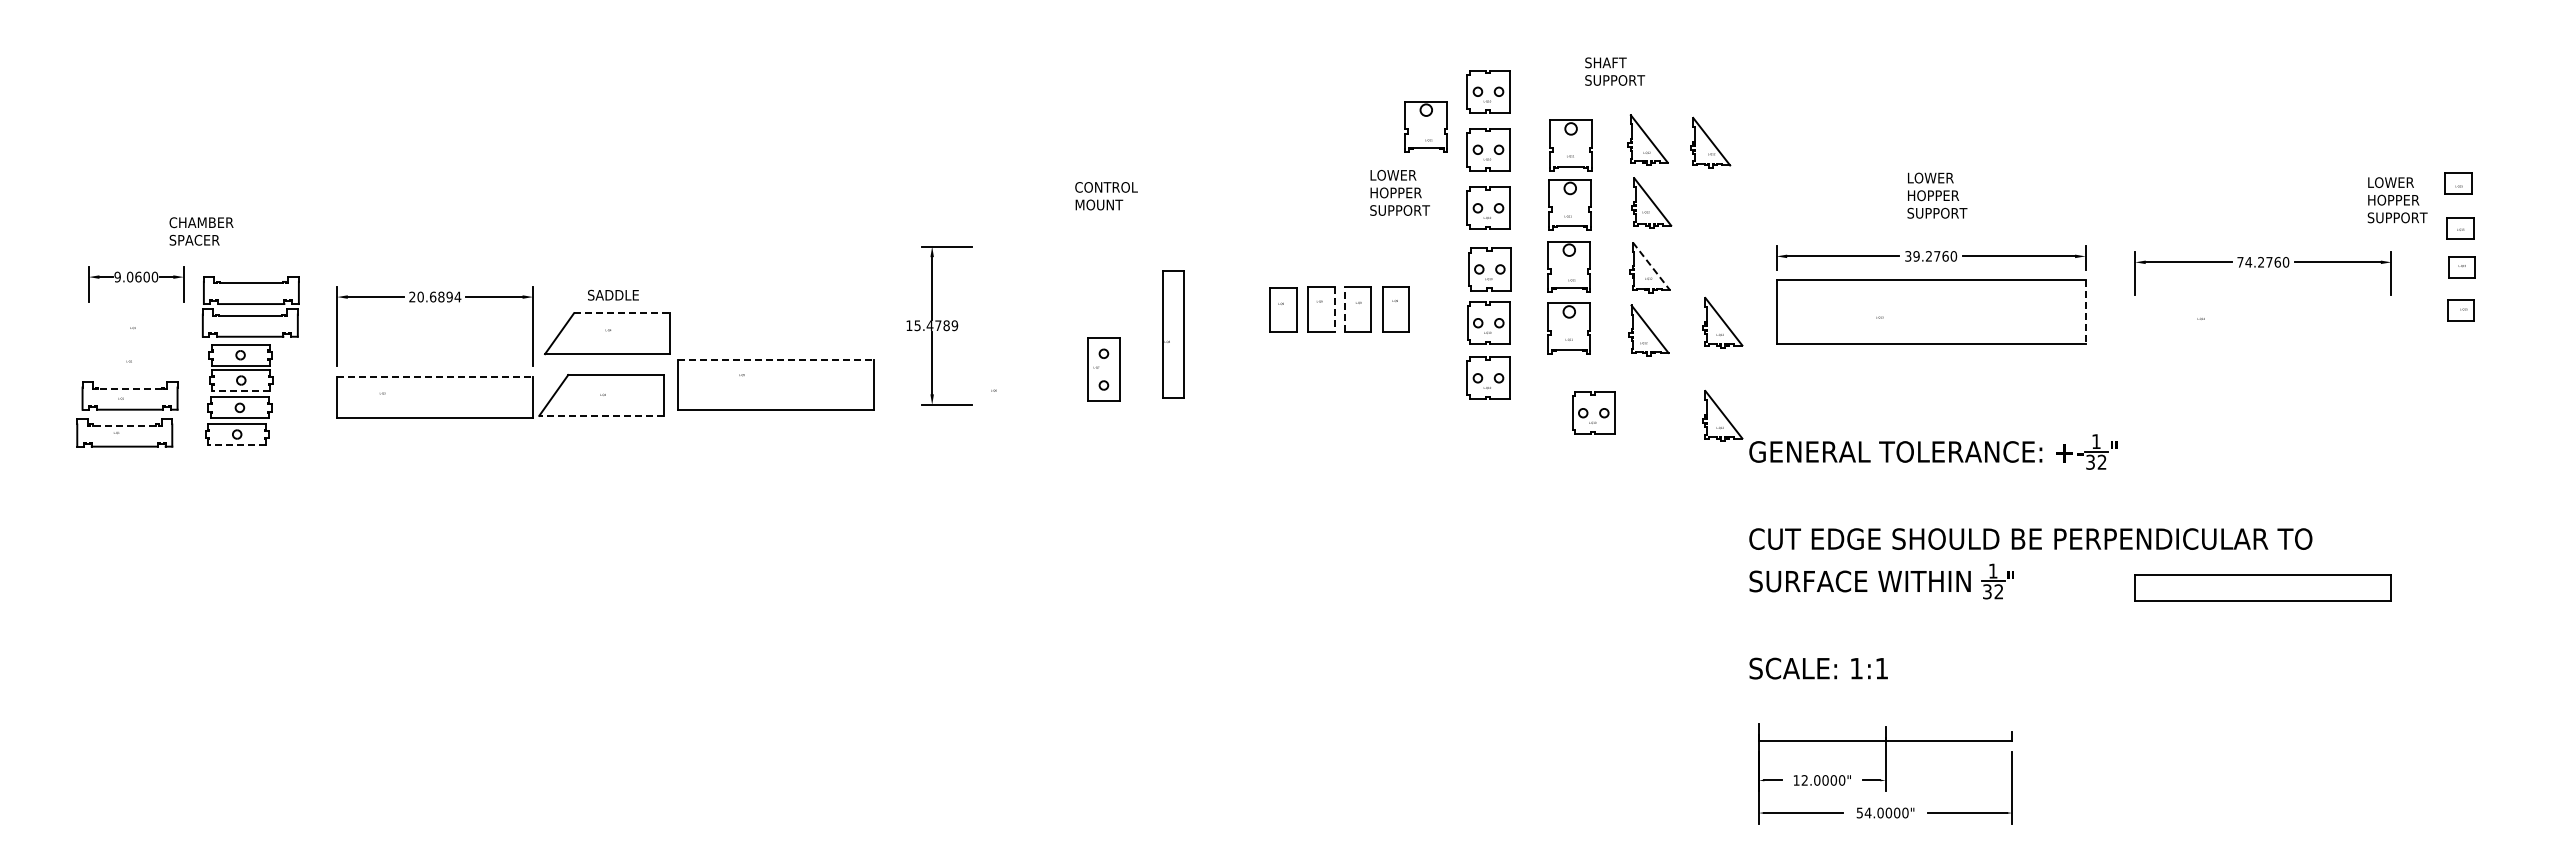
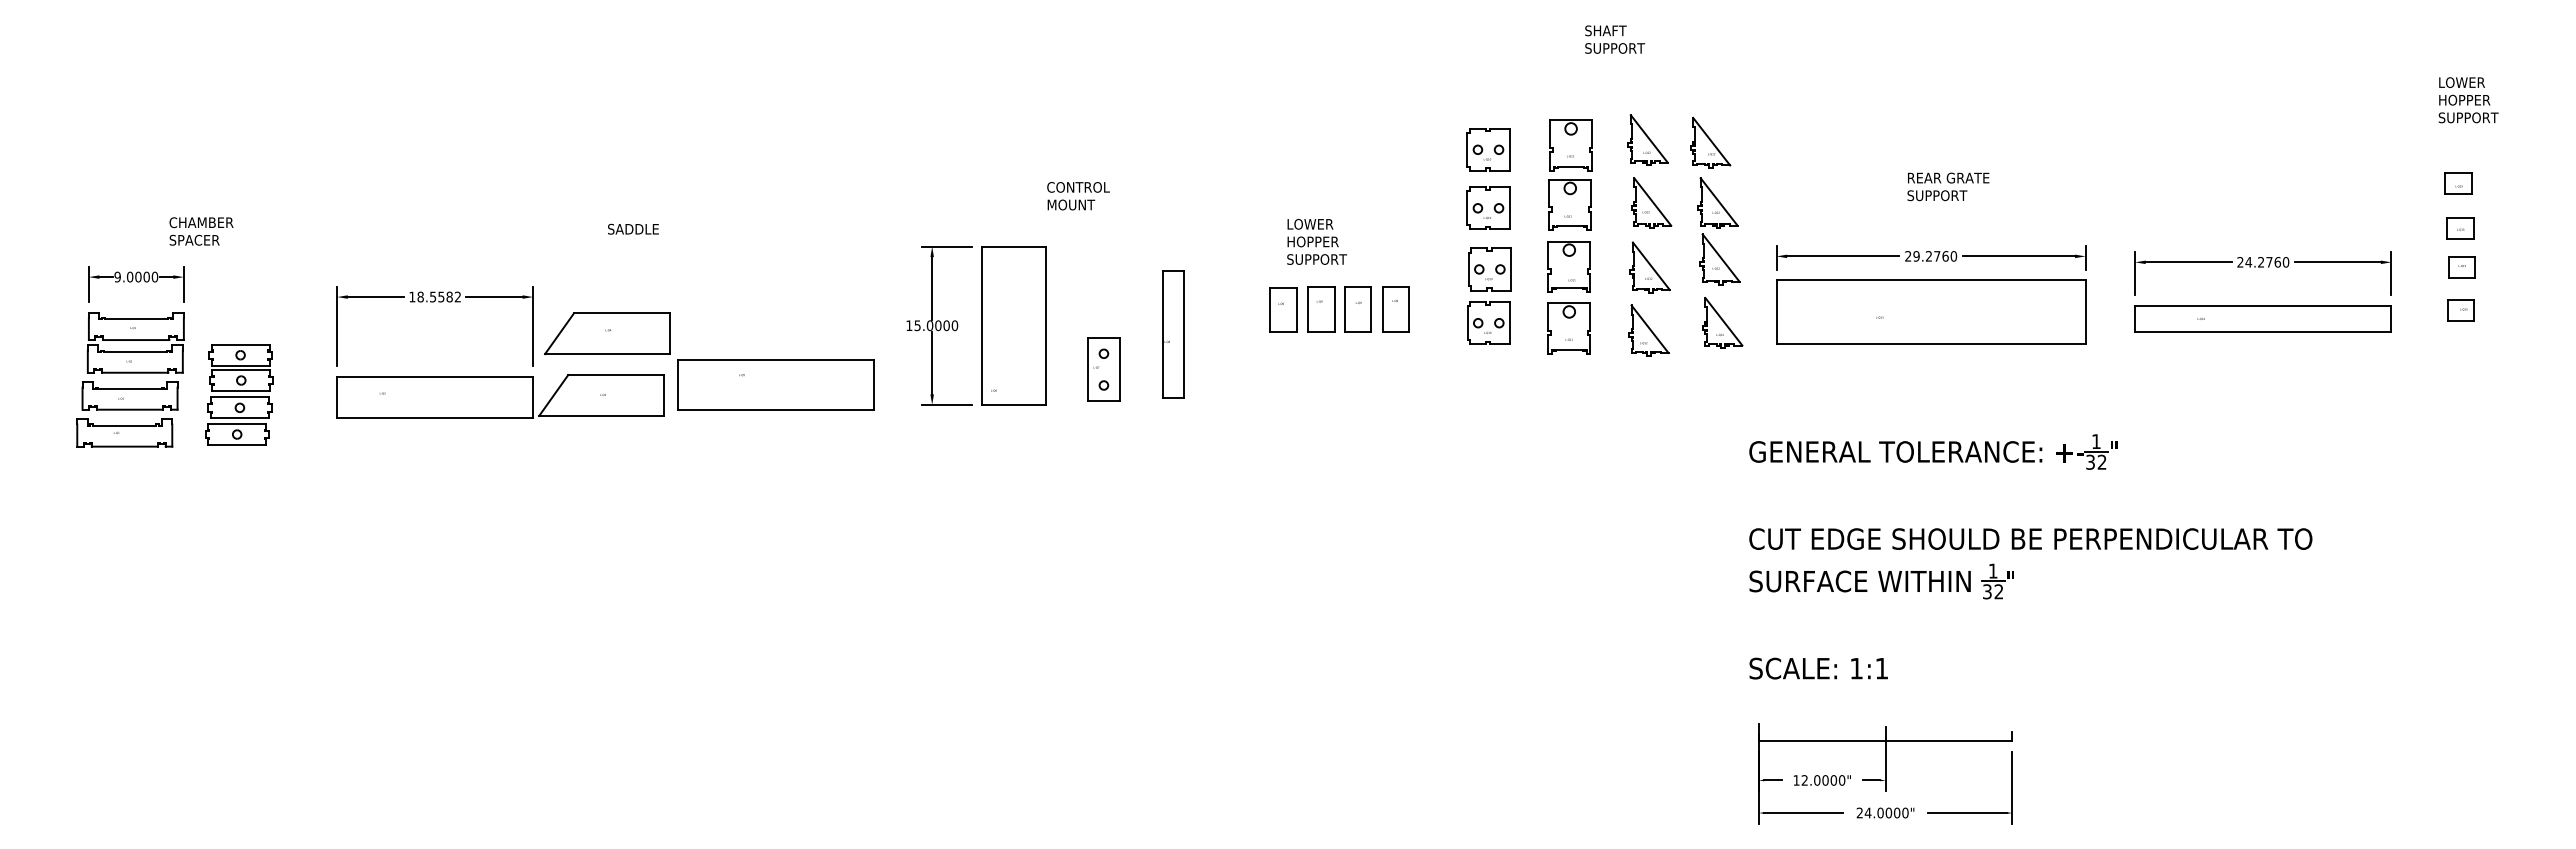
text at (1615, 71) position: (1615, 71) -> (1615, 39)
part at (1488, 91): present -> none
part at (1425, 126): present -> none
text at (1399, 192) position: (1399, 192) -> (1316, 241)
text at (1948, 195): LOWER HOPPER SUPPORT -> REAR GRATE SUPPORT
text at (1106, 196) position: (1106, 196) -> (1078, 196)
text at (2397, 200) position: (2397, 200) -> (2468, 100)
part at (1718, 231): none -> present
text at (1908, 256): 39.2760 -> 29.2760
text at (2240, 262): 74.2760 -> 24.2760
line at (1651, 266): dashed -> solid
text at (138, 276): 9.0600 -> 9.0000
text at (613, 294) position: (613, 294) -> (633, 228)
text at (435, 296): 20.6894 -> 18.5582
part at (250, 306) position: (250, 306) -> (135, 342)
line at (1345, 309): dashed -> solid
line at (1334, 310): dashed -> solid
line at (2085, 311): dashed -> solid
line at (622, 313): dashed -> solid
text at (941, 325): 15.4789 -> 15.0000
part at (1013, 325): none -> present
line at (775, 359): dashed -> solid
line at (435, 376): dashed -> solid
part at (1488, 377): present -> none
line at (130, 388): dashed -> solid
line at (240, 391): dashed -> solid
part at (1593, 412): present -> none
line at (601, 415): dashed -> solid
part at (1722, 415): present -> none
line at (124, 425): dashed -> solid
line at (236, 445): dashed -> solid
part at (2262, 587) position: (2262, 587) -> (2262, 318)
text at (1859, 812): 54.0000" -> 24.0000"
